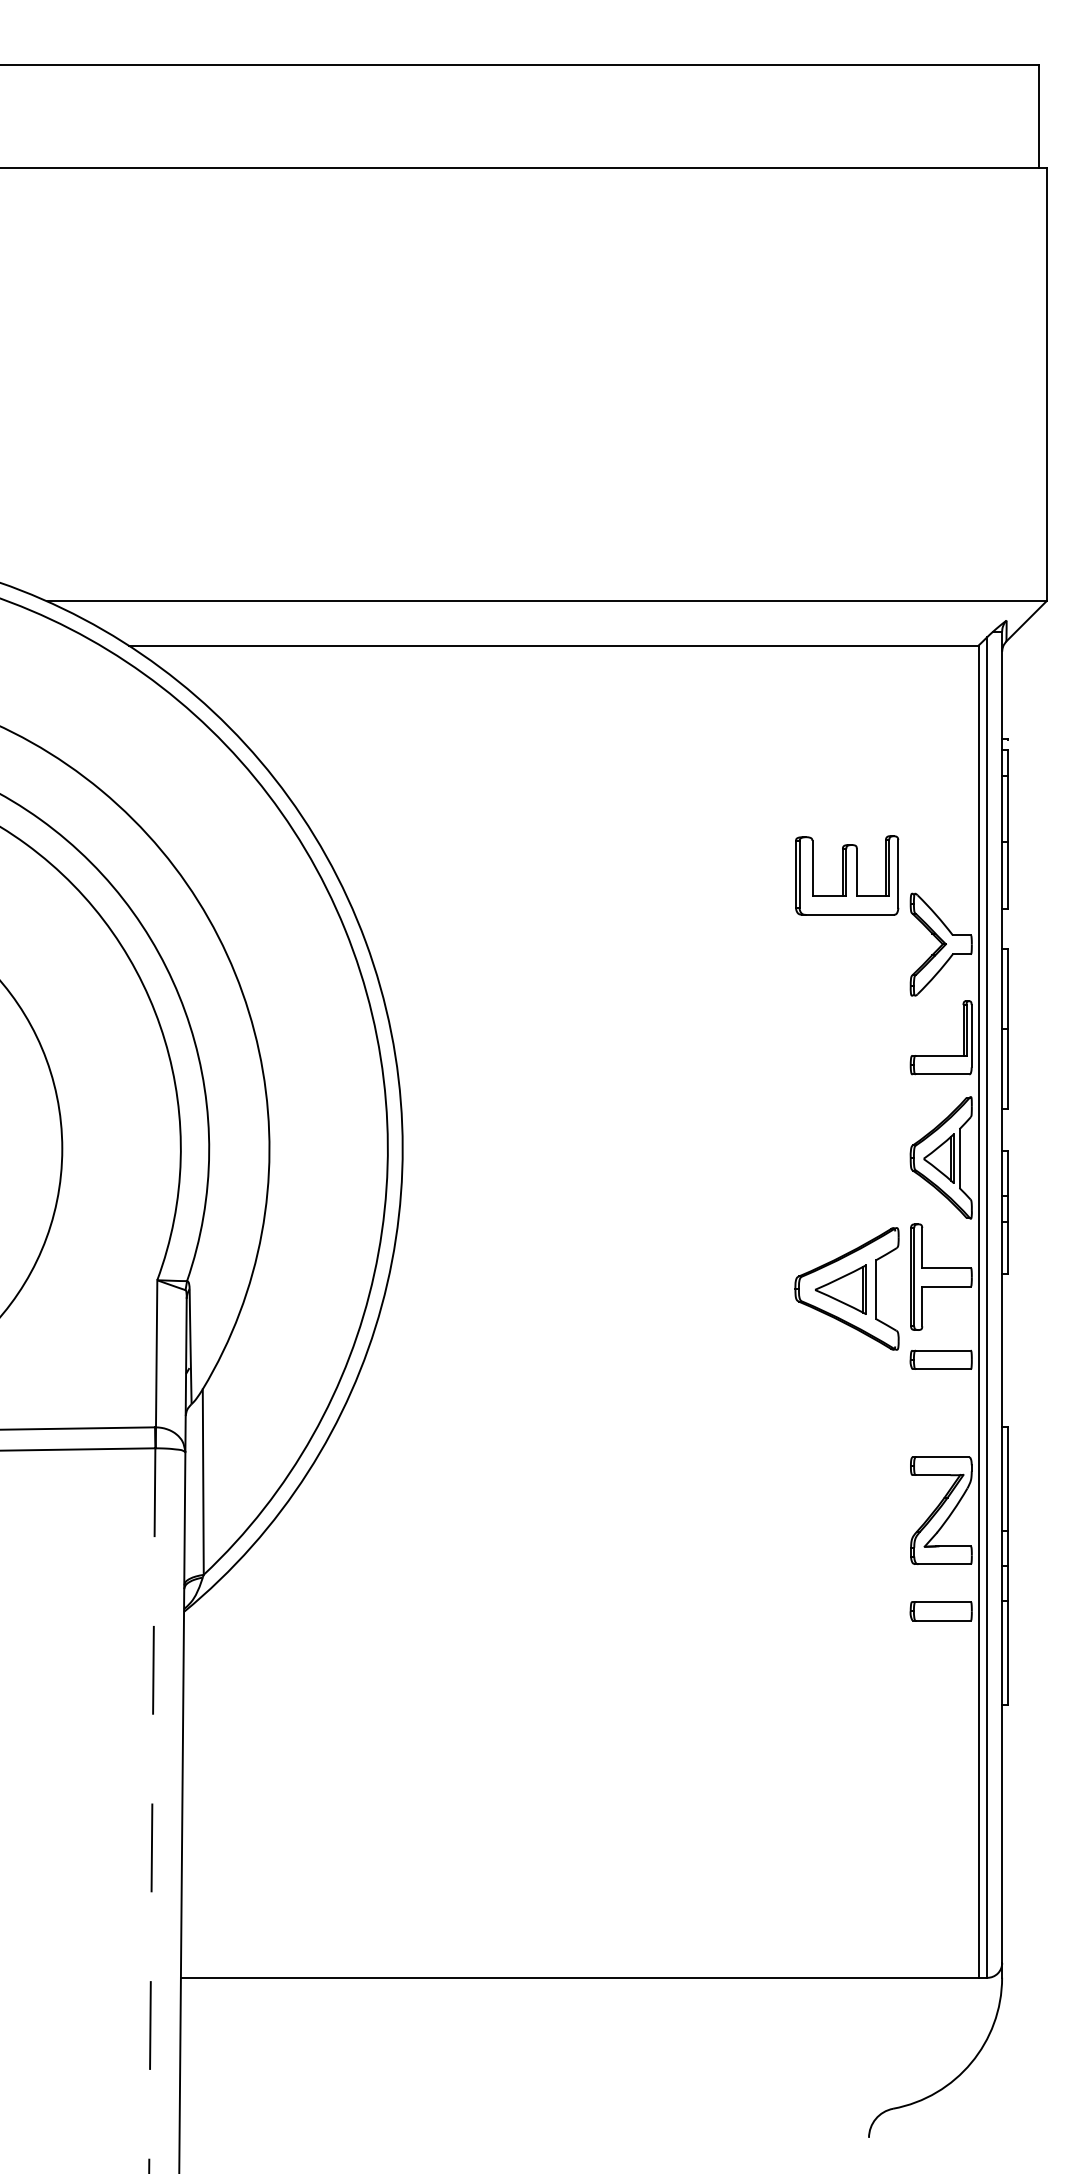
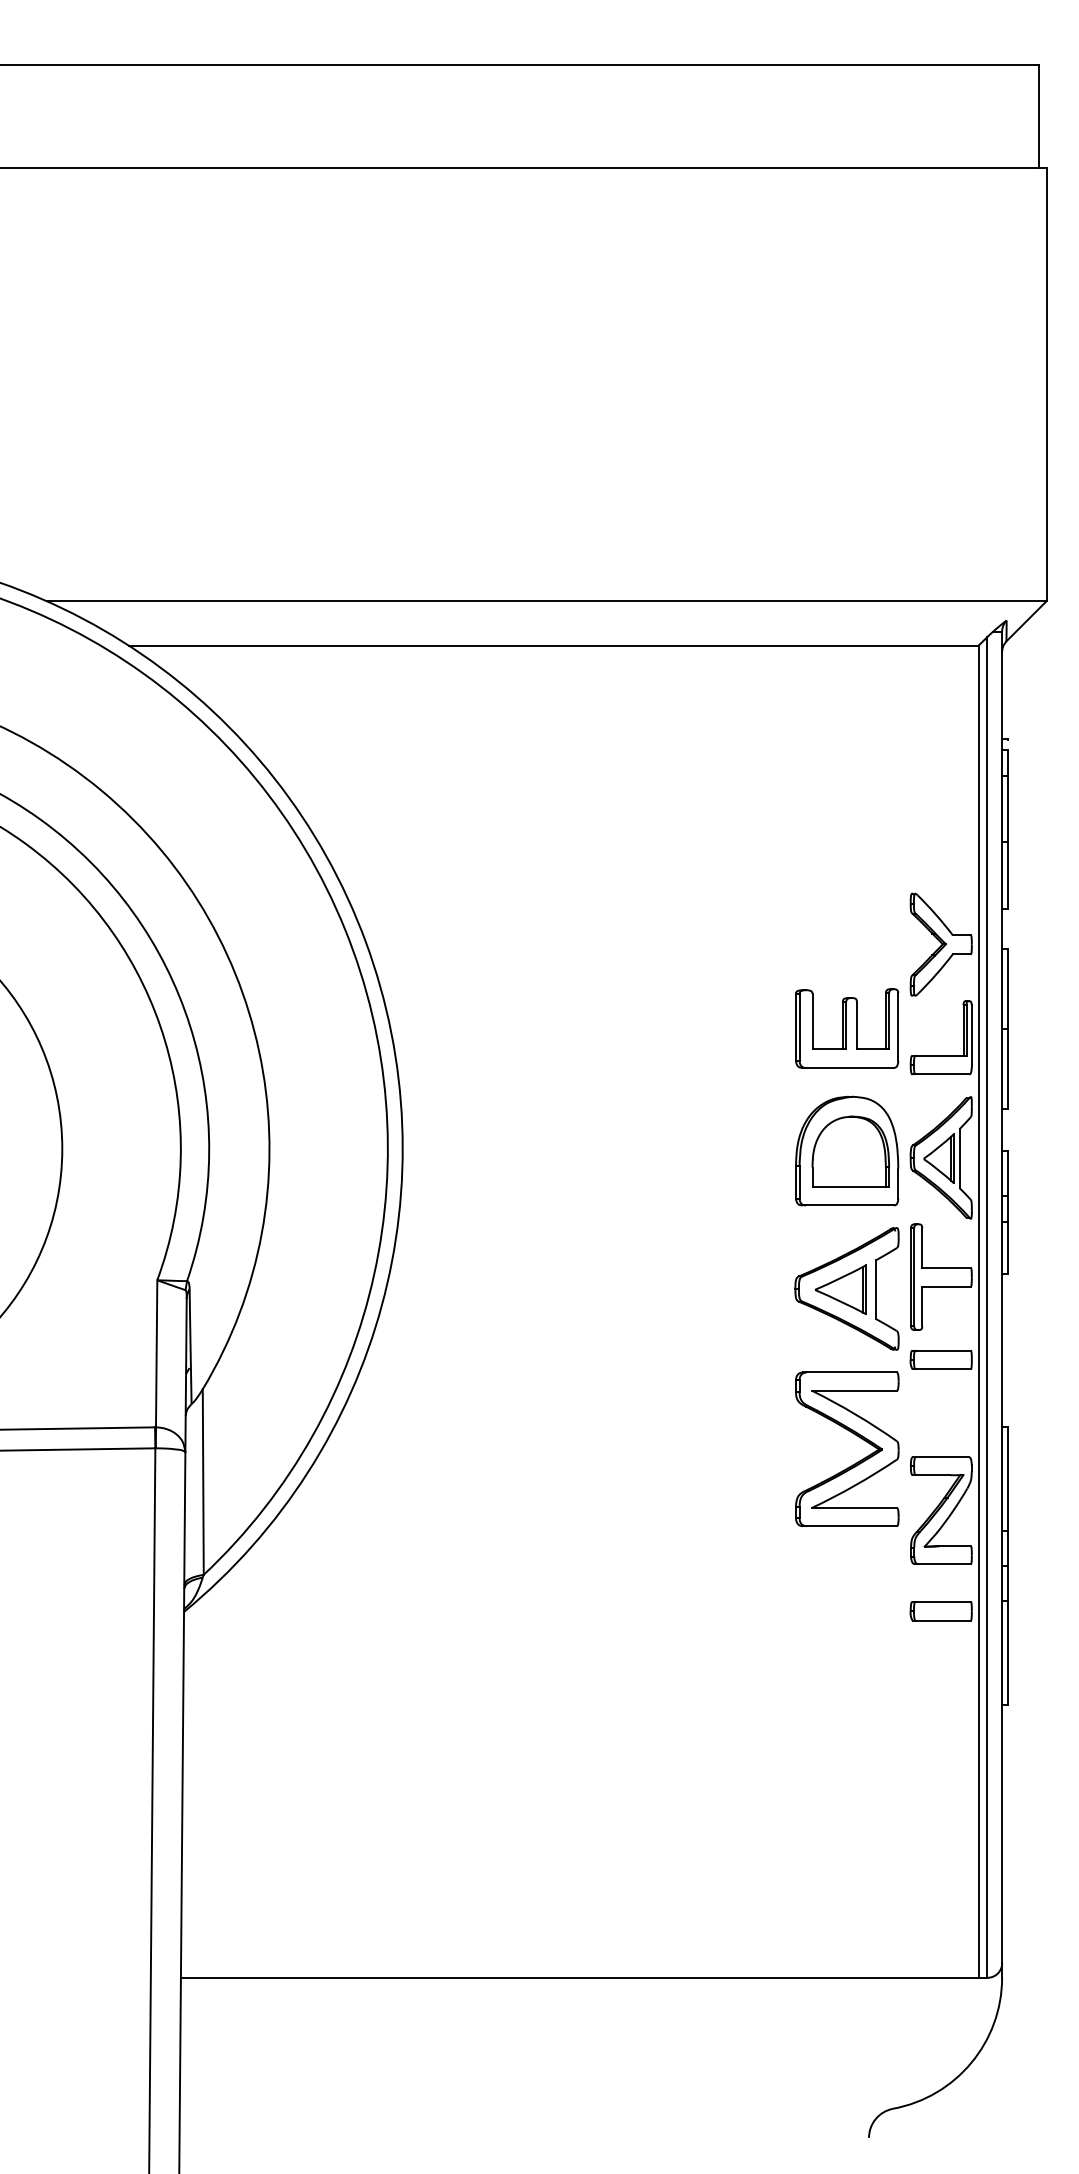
part at (847, 875) position: (847, 875) -> (847, 1028)
part at (847, 1150): none -> present
part at (856, 1436): none -> present
line at (152, 1810): dashed -> solid
